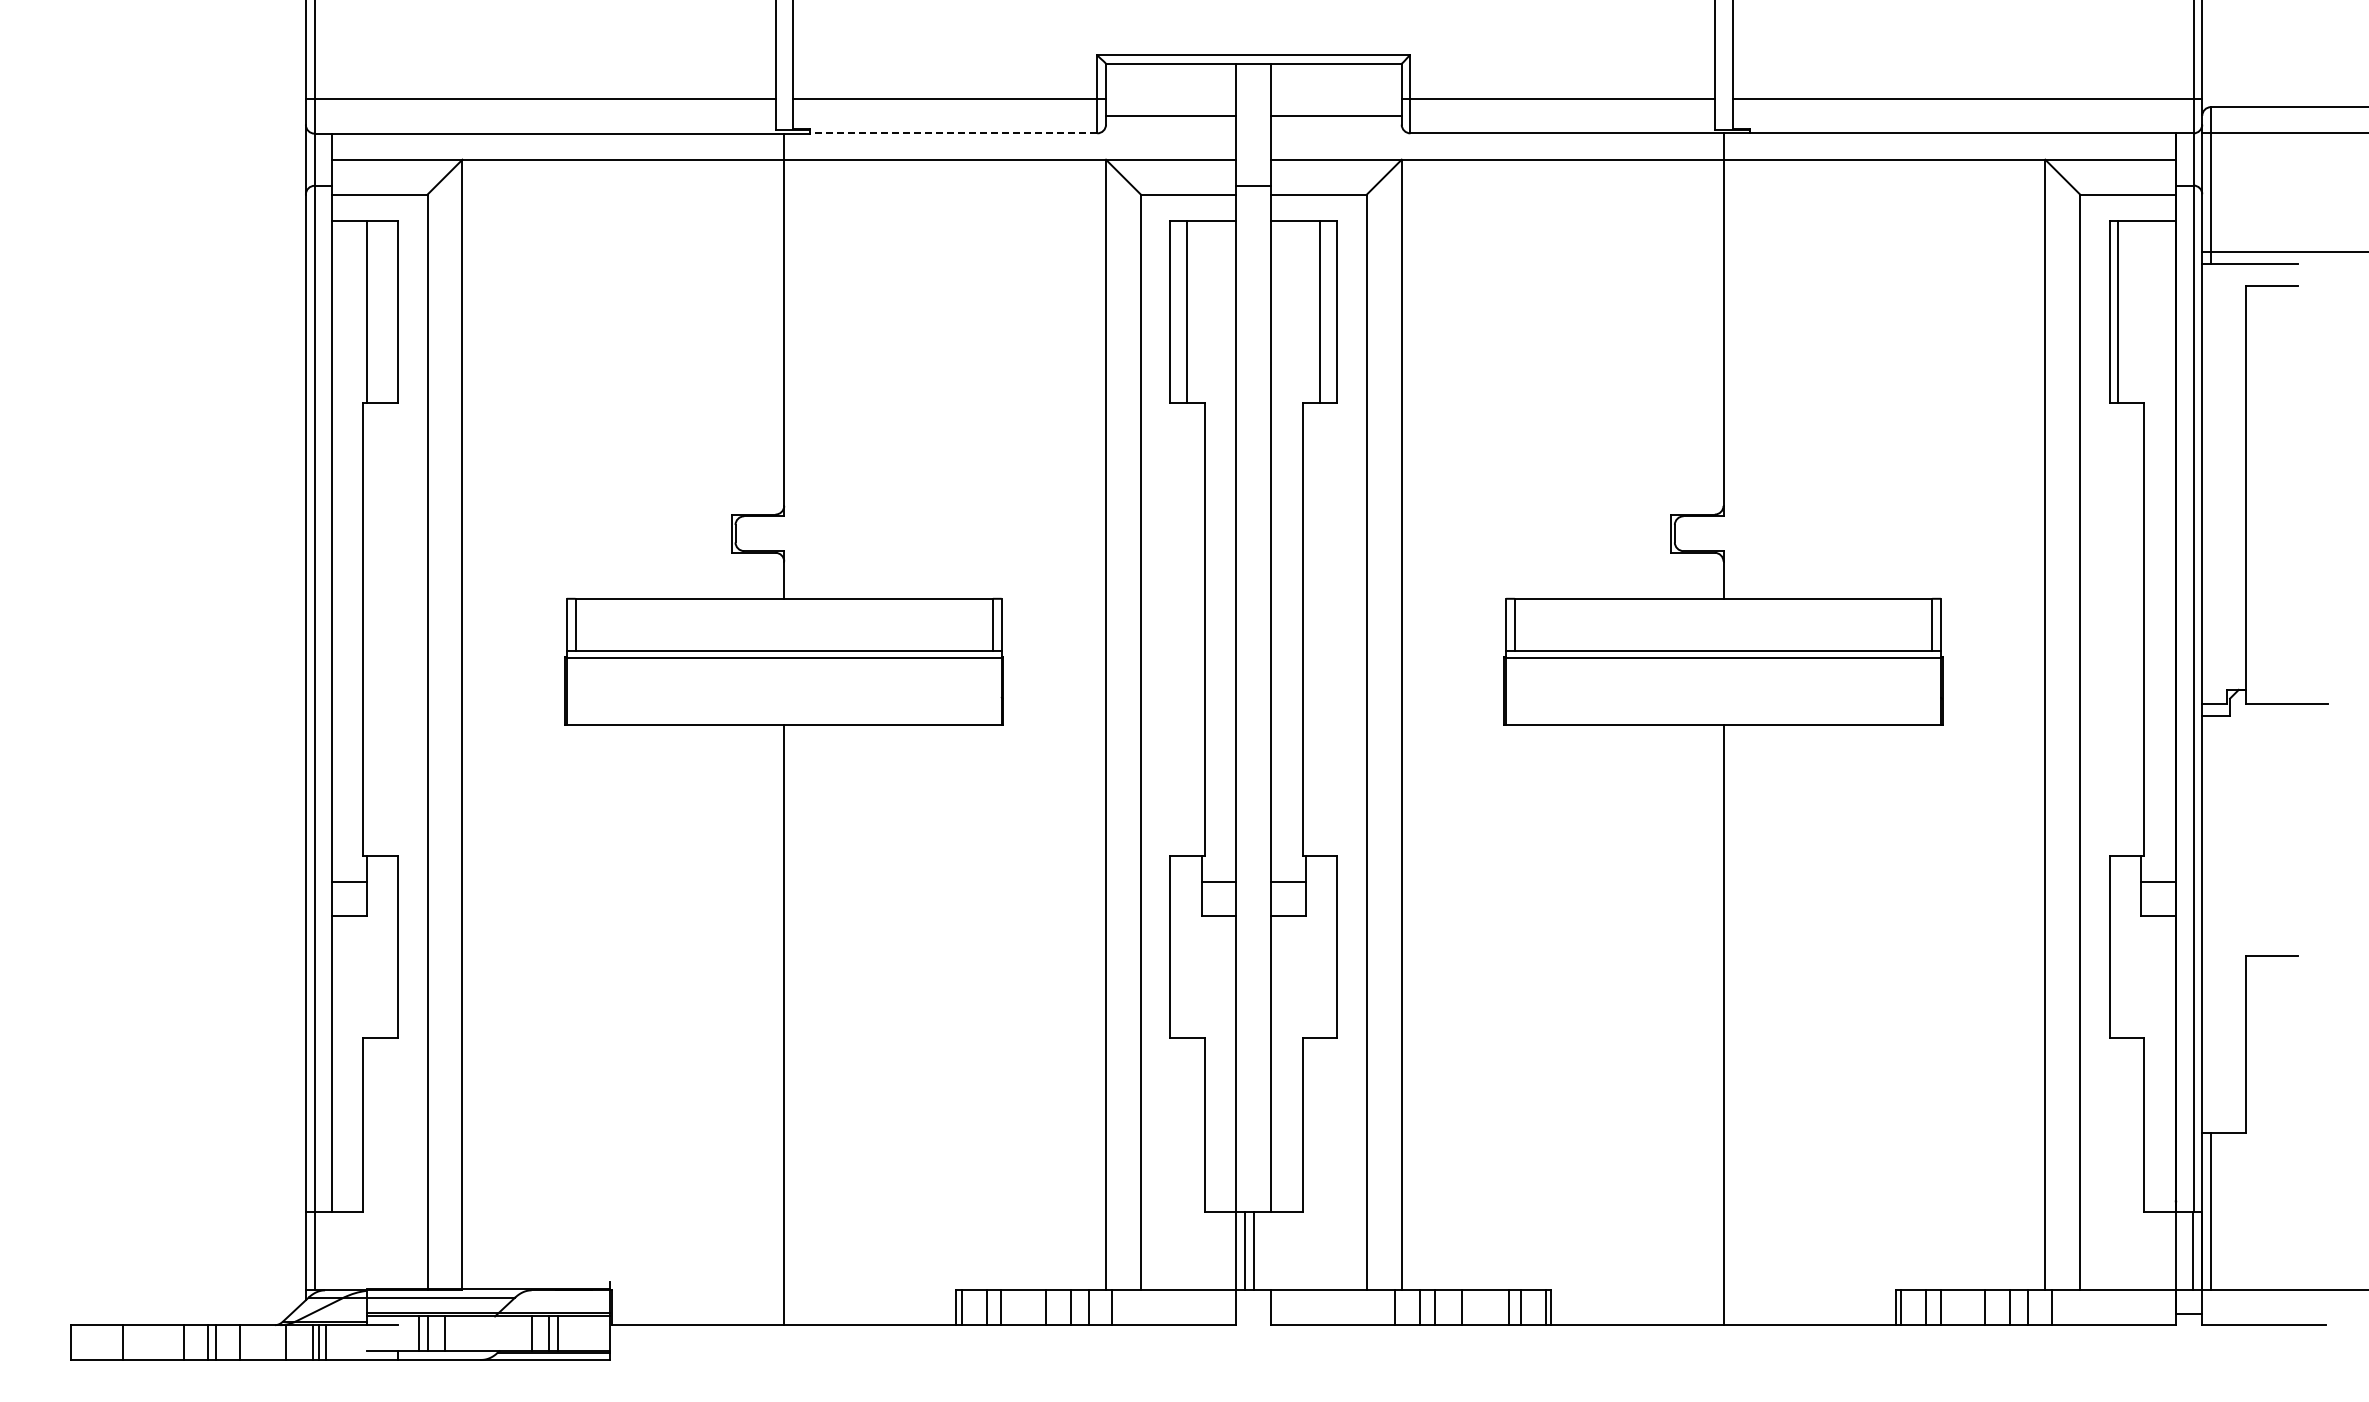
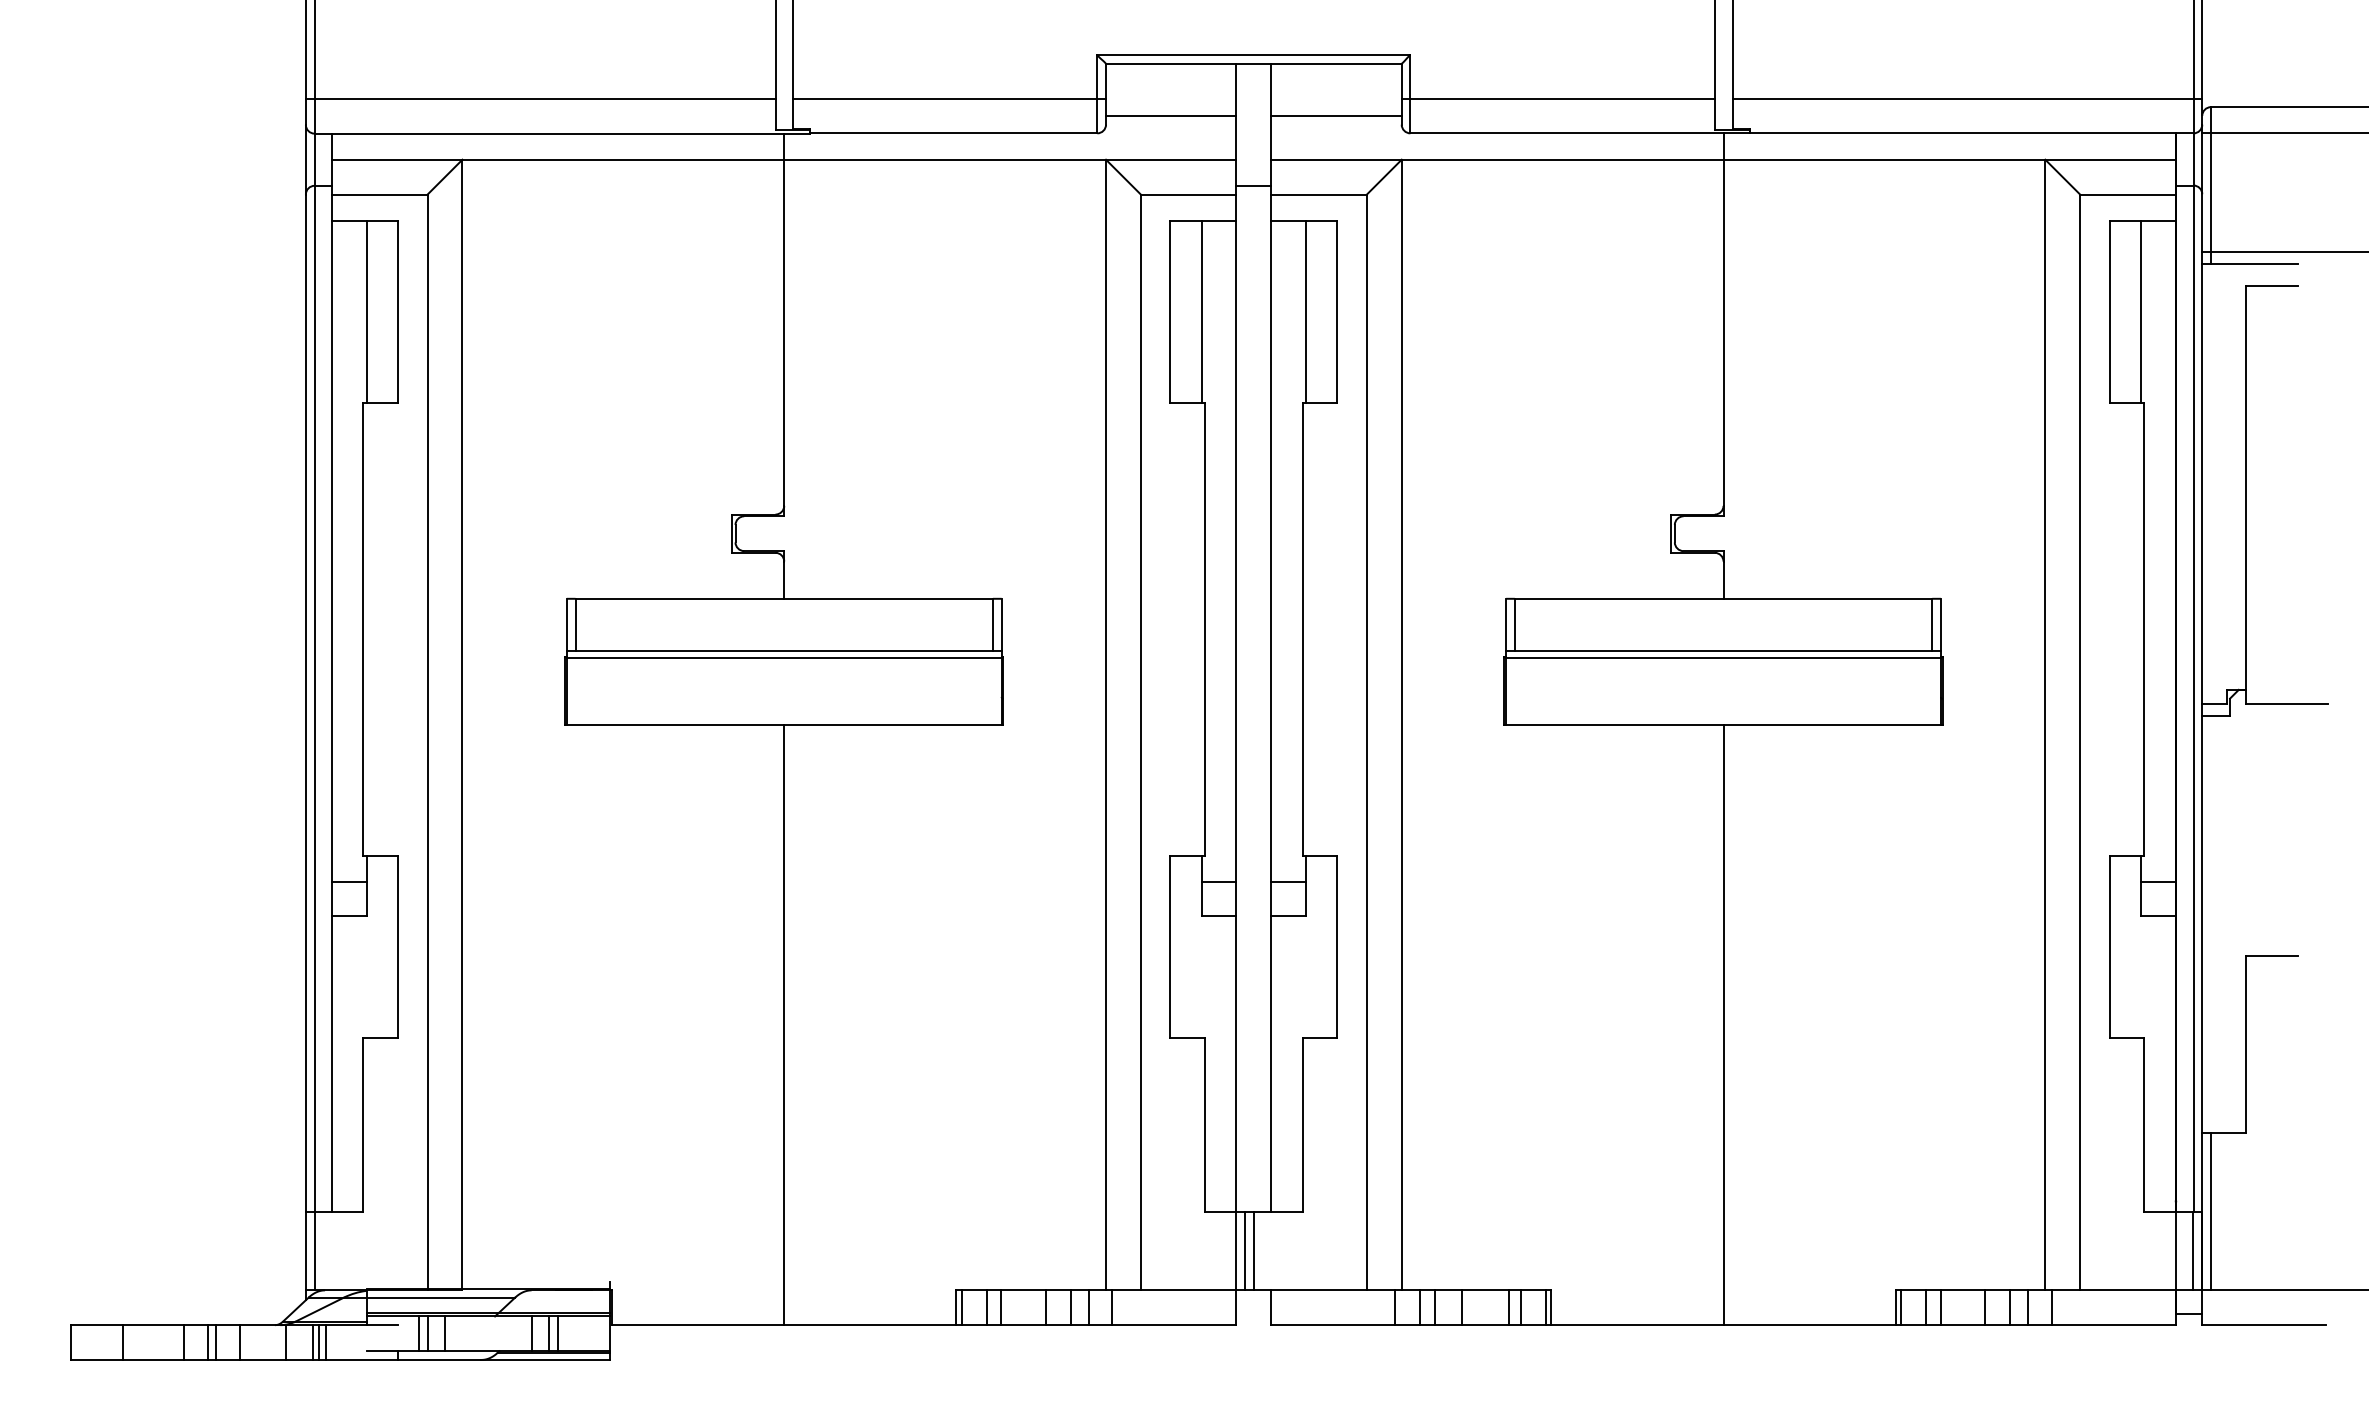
line at (953, 133): dashed -> solid
line at (1186, 311) position: (1186, 311) -> (1201, 311)
line at (1320, 311) position: (1320, 311) -> (1306, 311)
line at (2117, 311) position: (2117, 311) -> (2140, 311)
